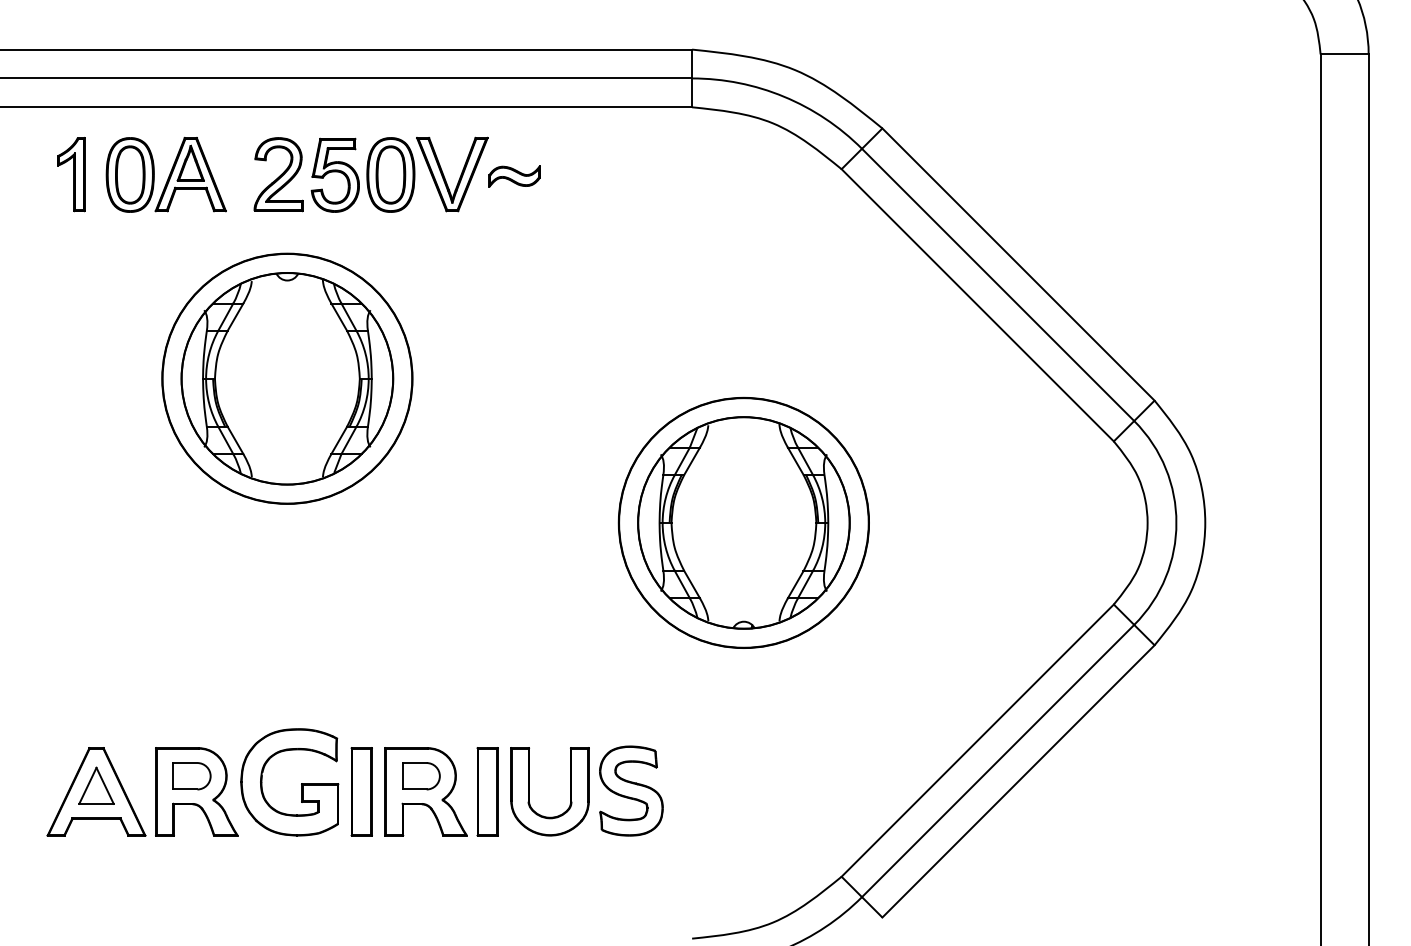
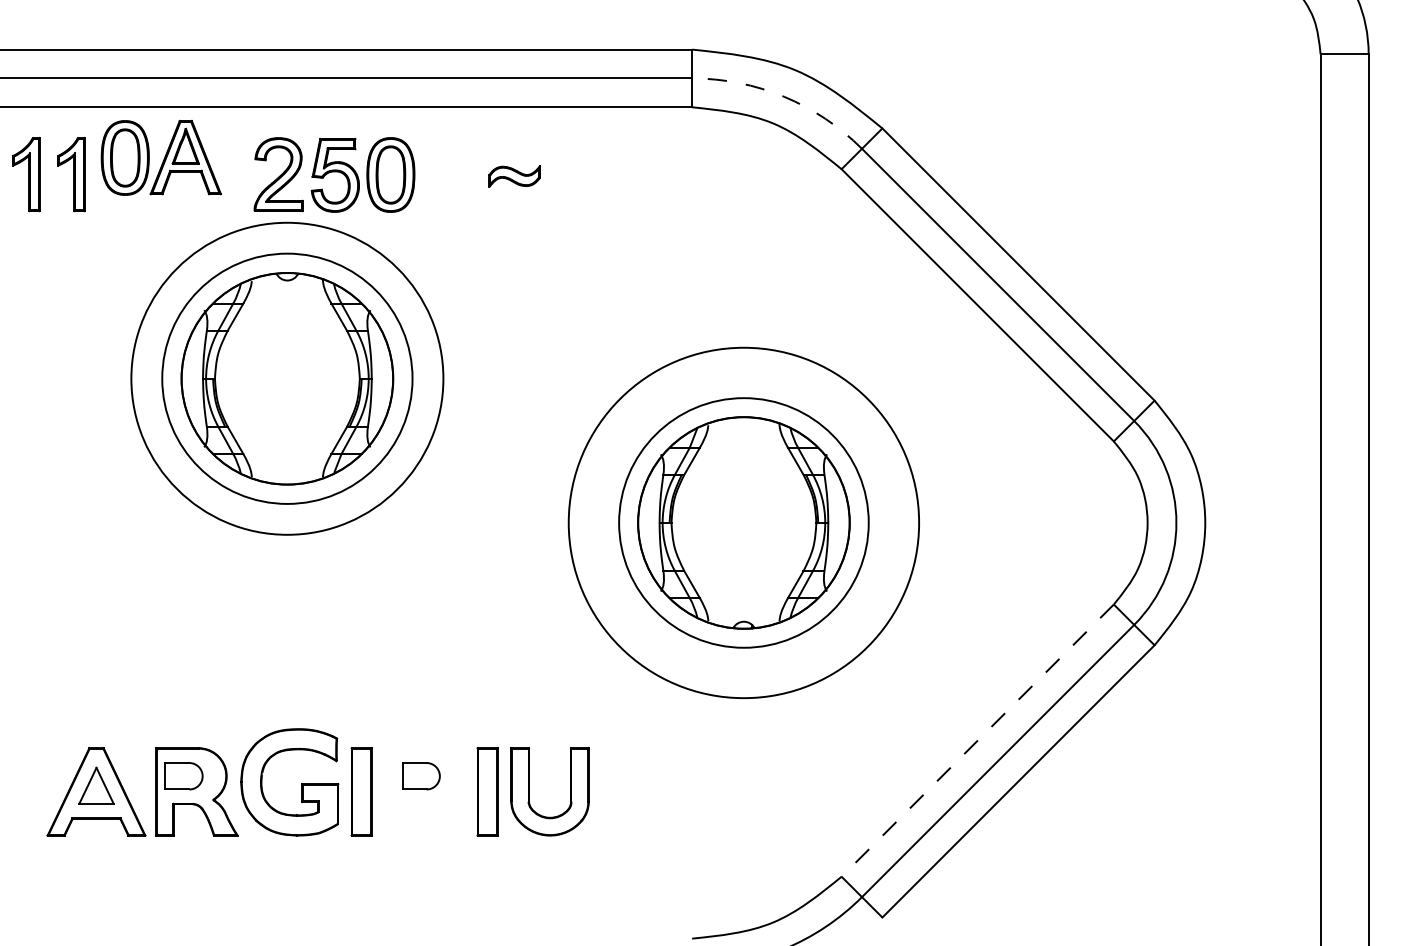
arc at (784, 96): solid -> dashed
part at (26, 174): none -> present
part at (165, 174) position: (165, 174) -> (160, 157)
part at (445, 177): present -> none
circle at (287, 378) diameter: 250 px -> 312 px
circle at (743, 522) diameter: 250 px -> 350 px
line at (977, 740): solid -> dashed
part at (191, 776) position: (191, 776) -> (183, 776)
part at (631, 790): present -> none
part at (425, 791): present -> none
